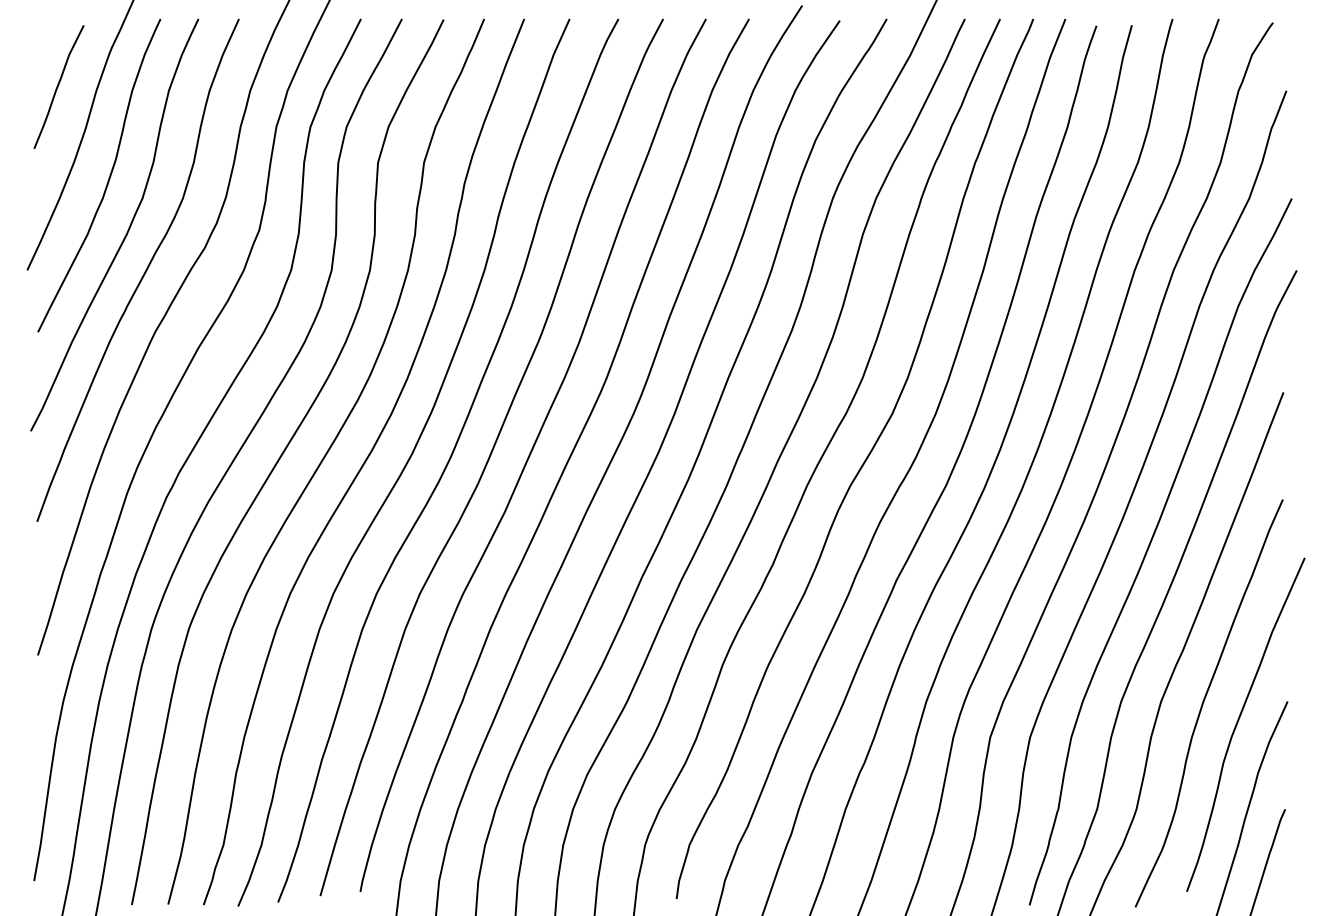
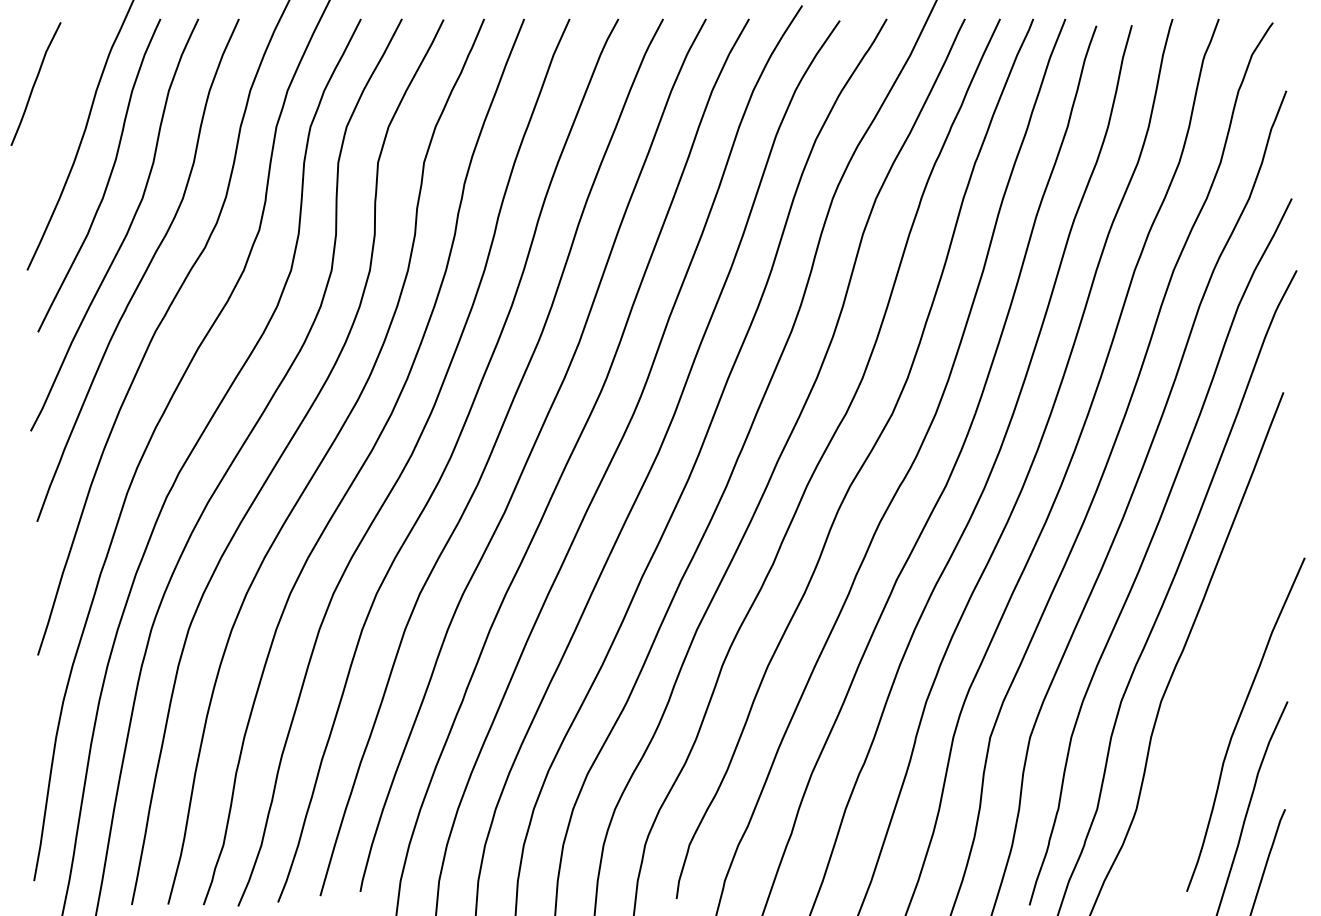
curve at (58, 86) position: (58, 86) -> (35, 83)
curve at (1204, 702): present -> none
